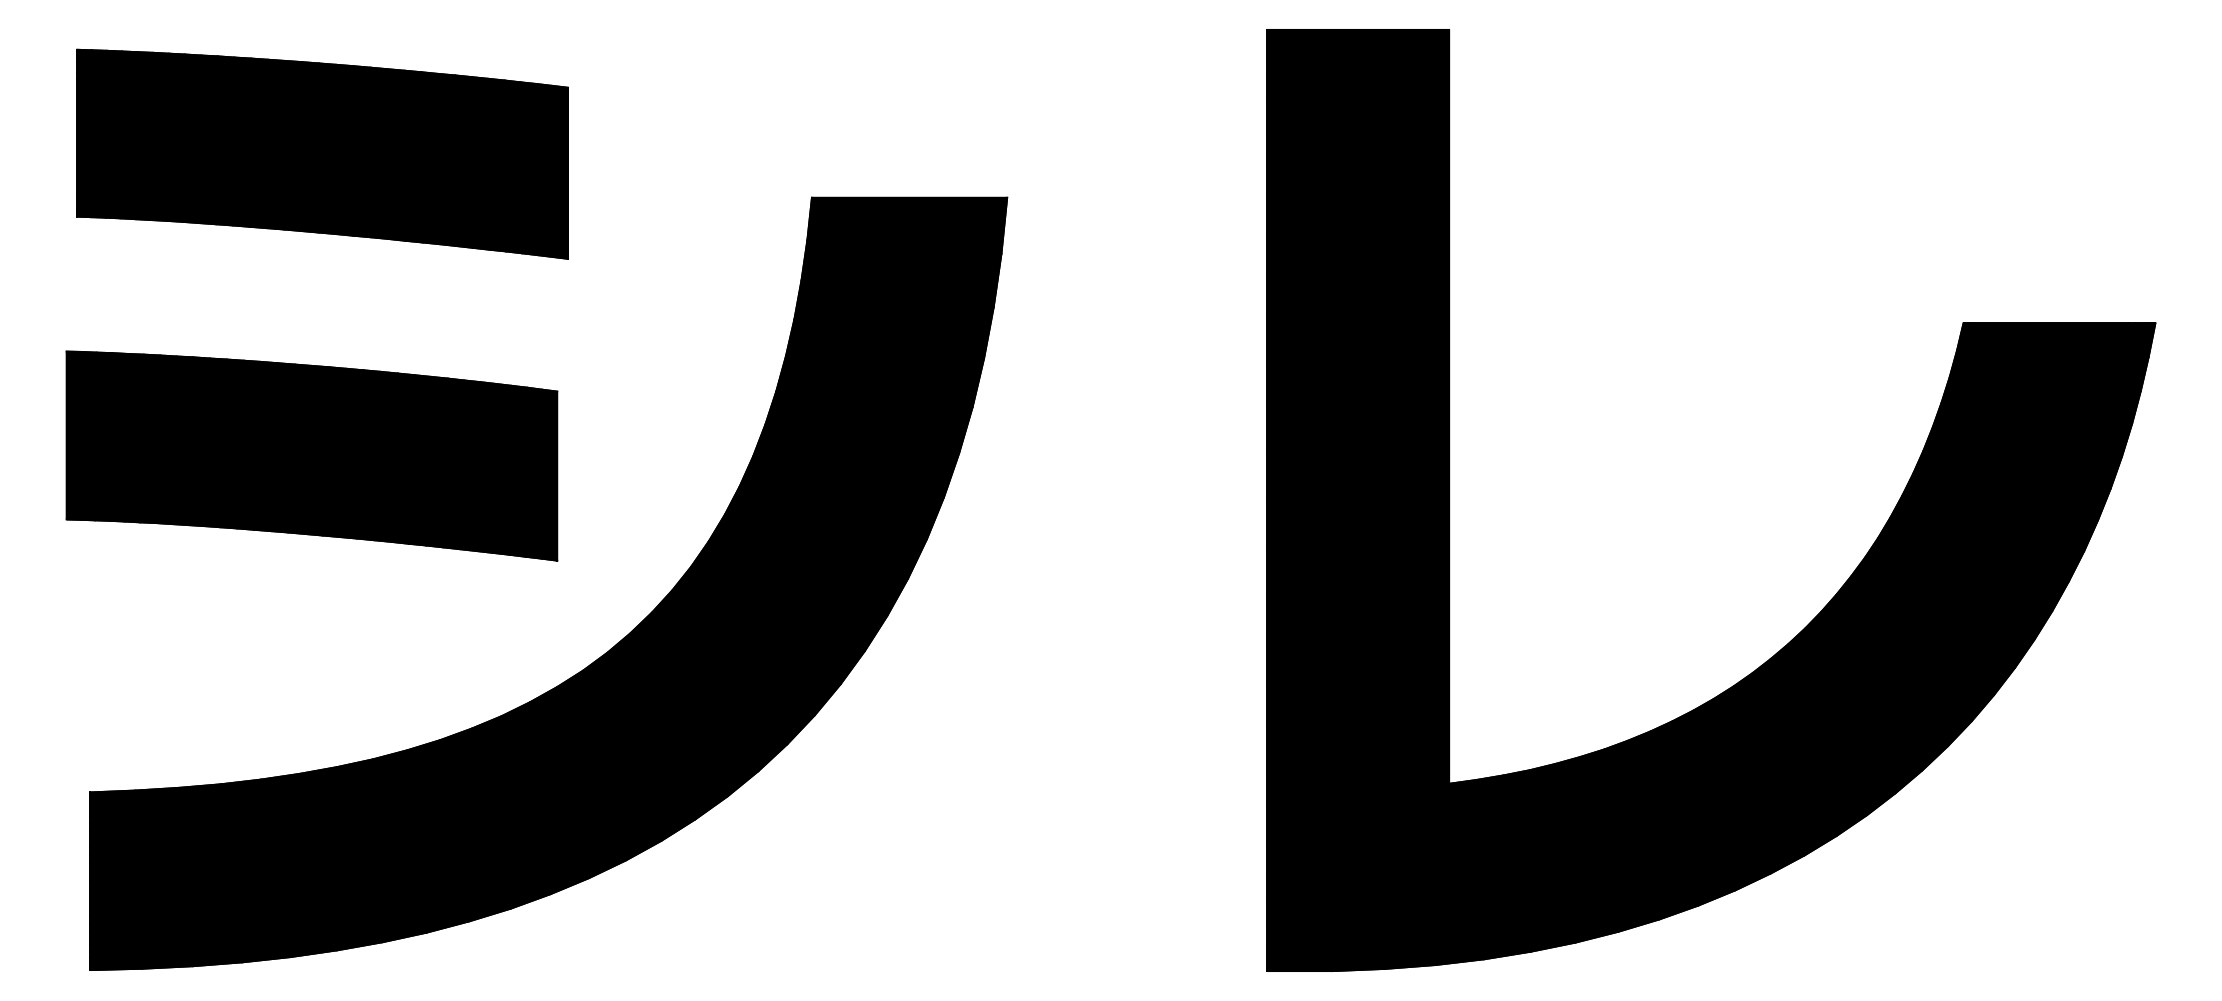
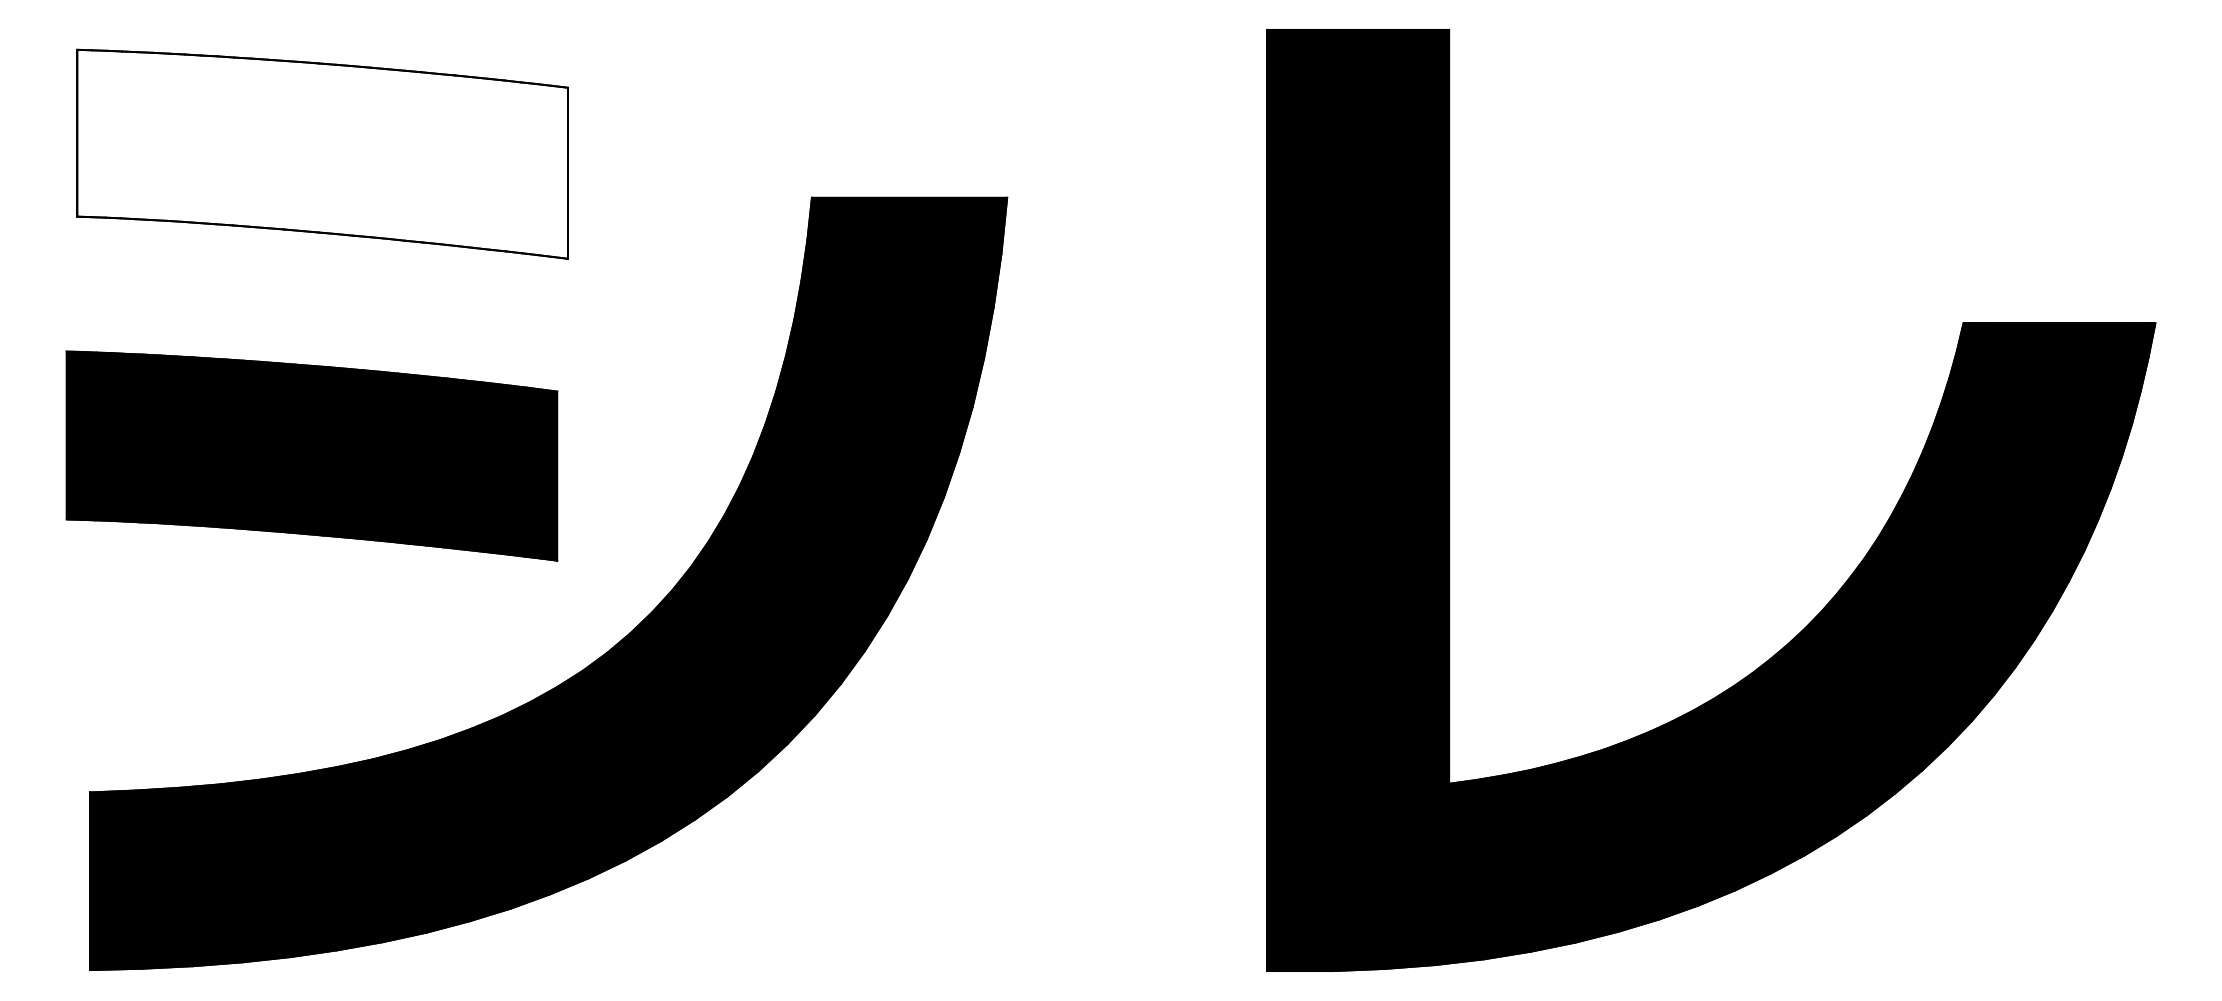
fill at (322, 153): present -> none
